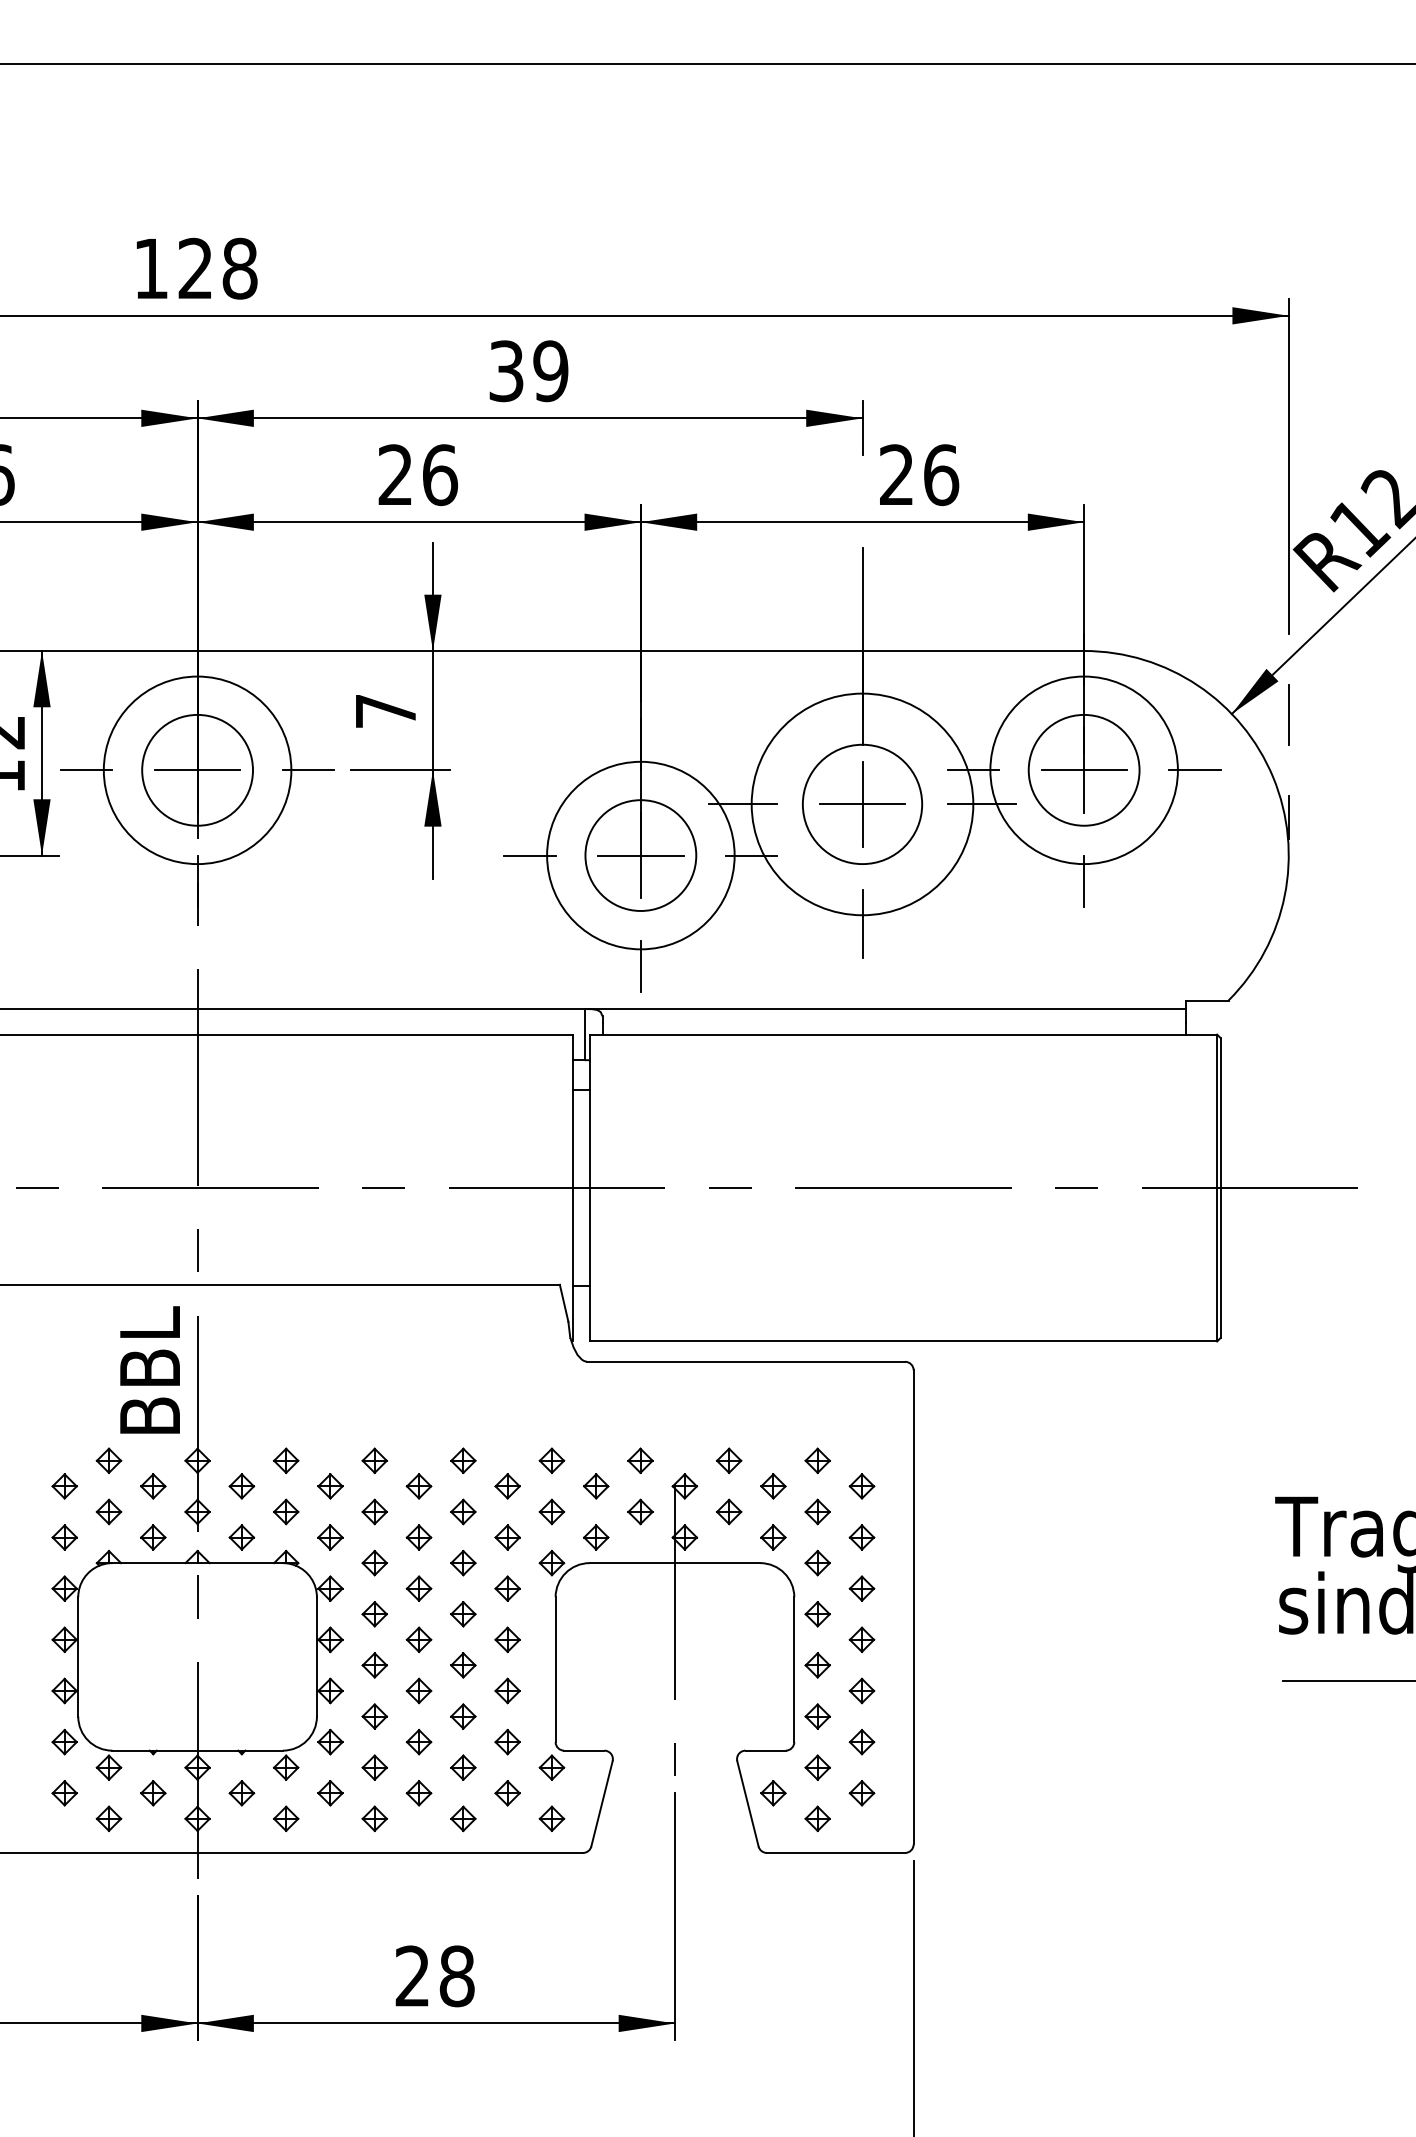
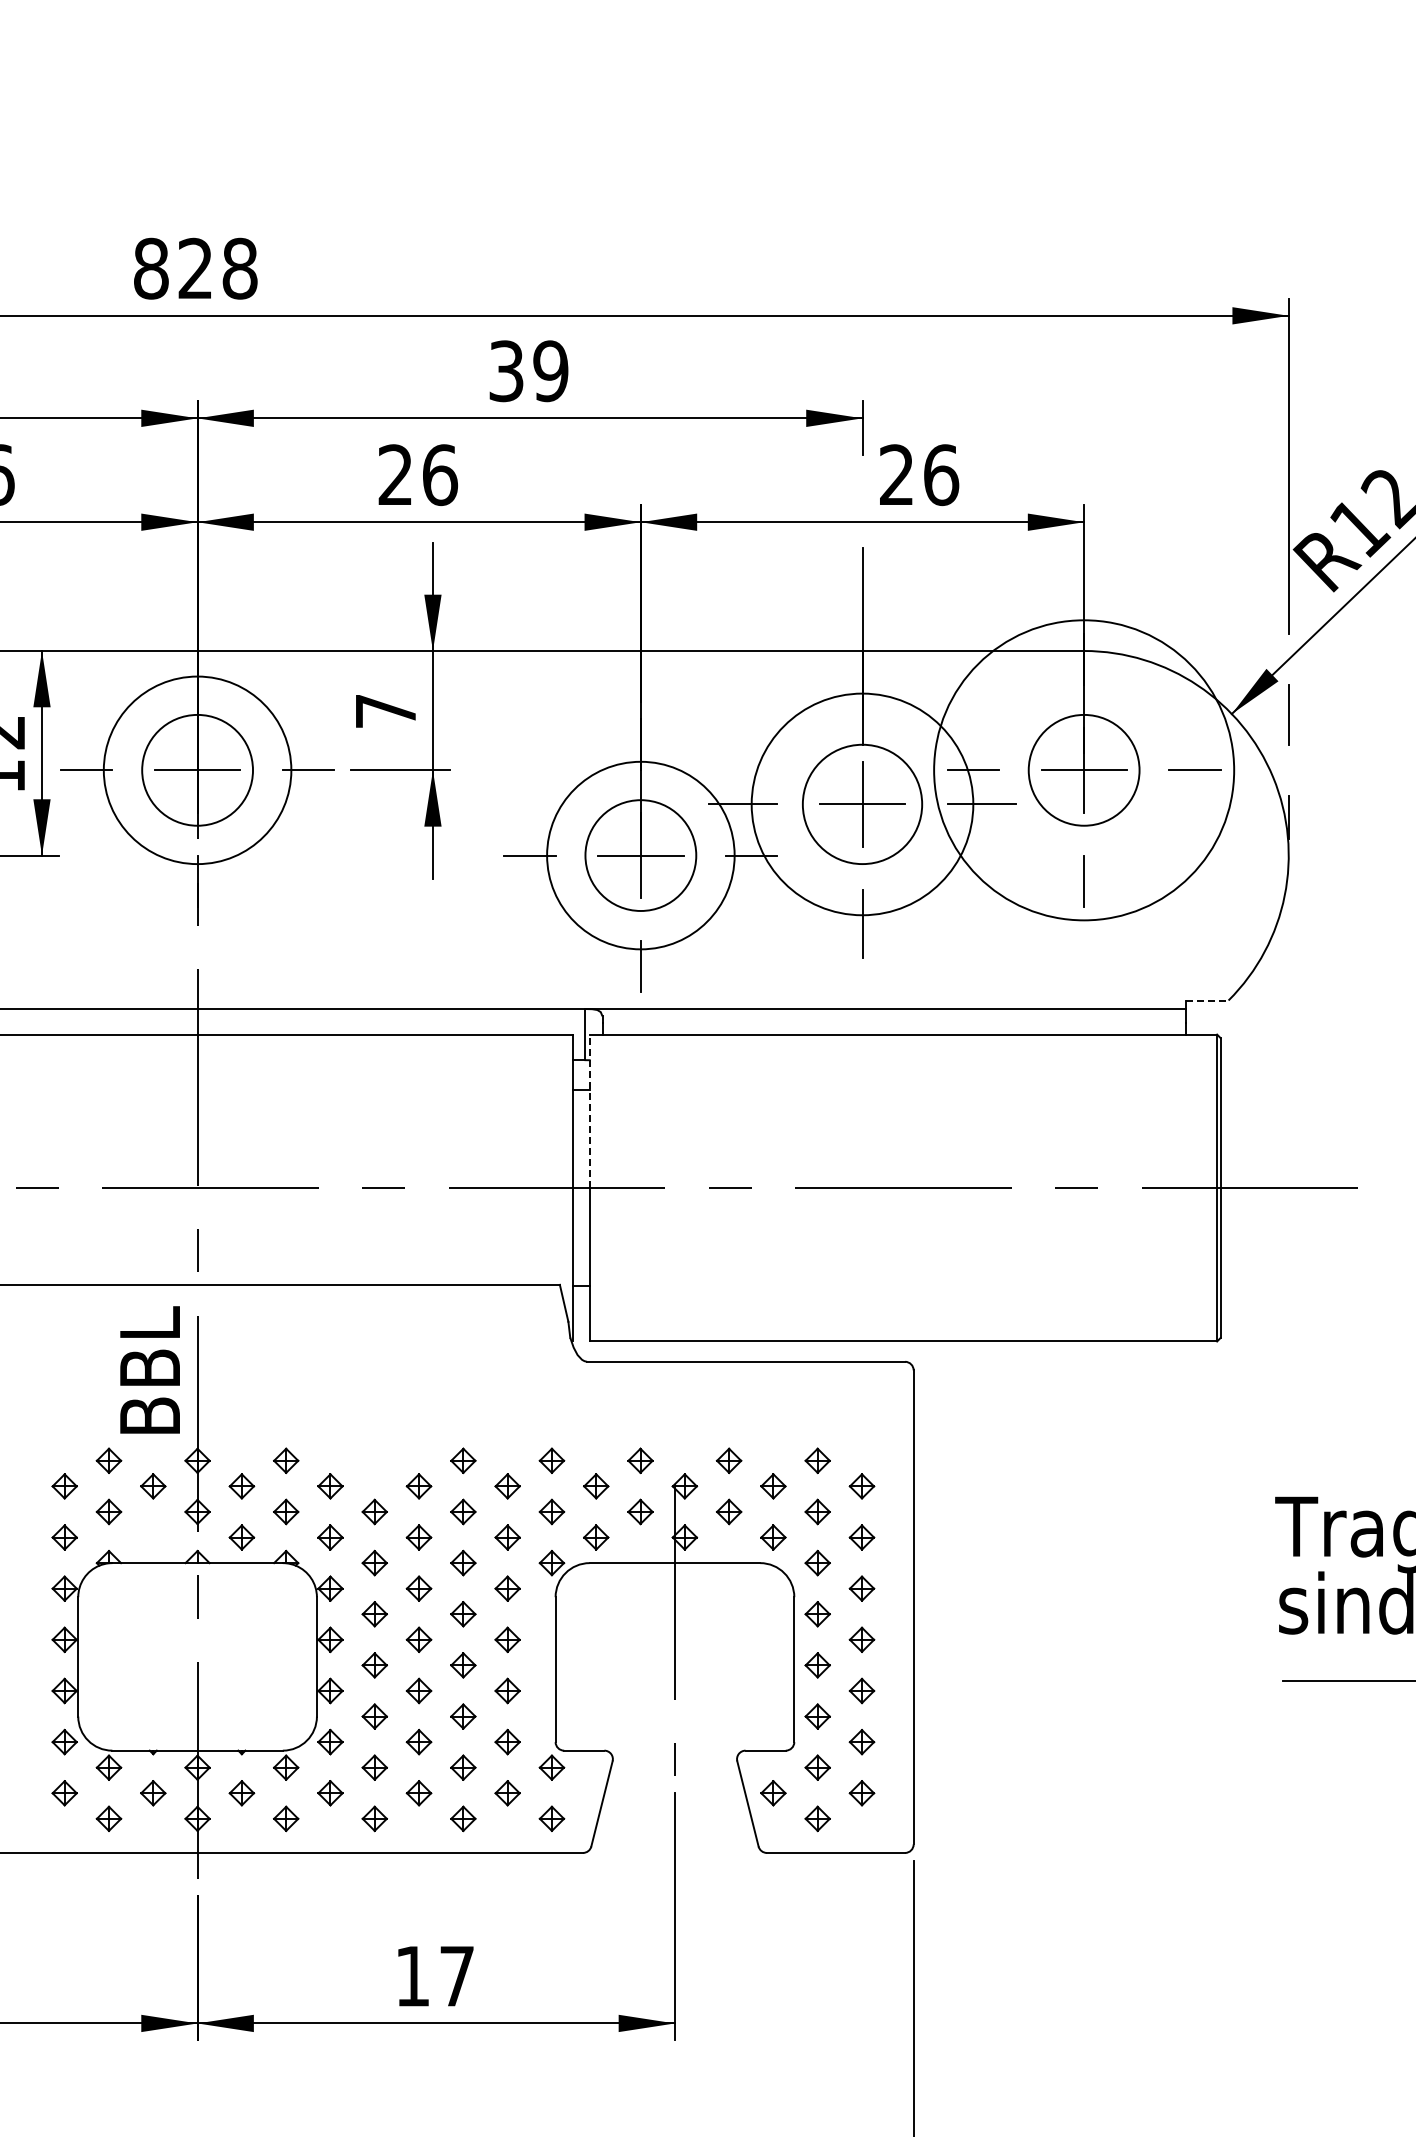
line at (707, 64): present -> none
text at (151, 268): 128 -> 828
circle at (1083, 770) diameter: 188 px -> 300 px
line at (1207, 1000): solid -> dashed
line at (589, 1111): solid -> dashed
part at (374, 1460): present -> none
part at (153, 1537): present -> none
text at (434, 1976): 28 -> 17
